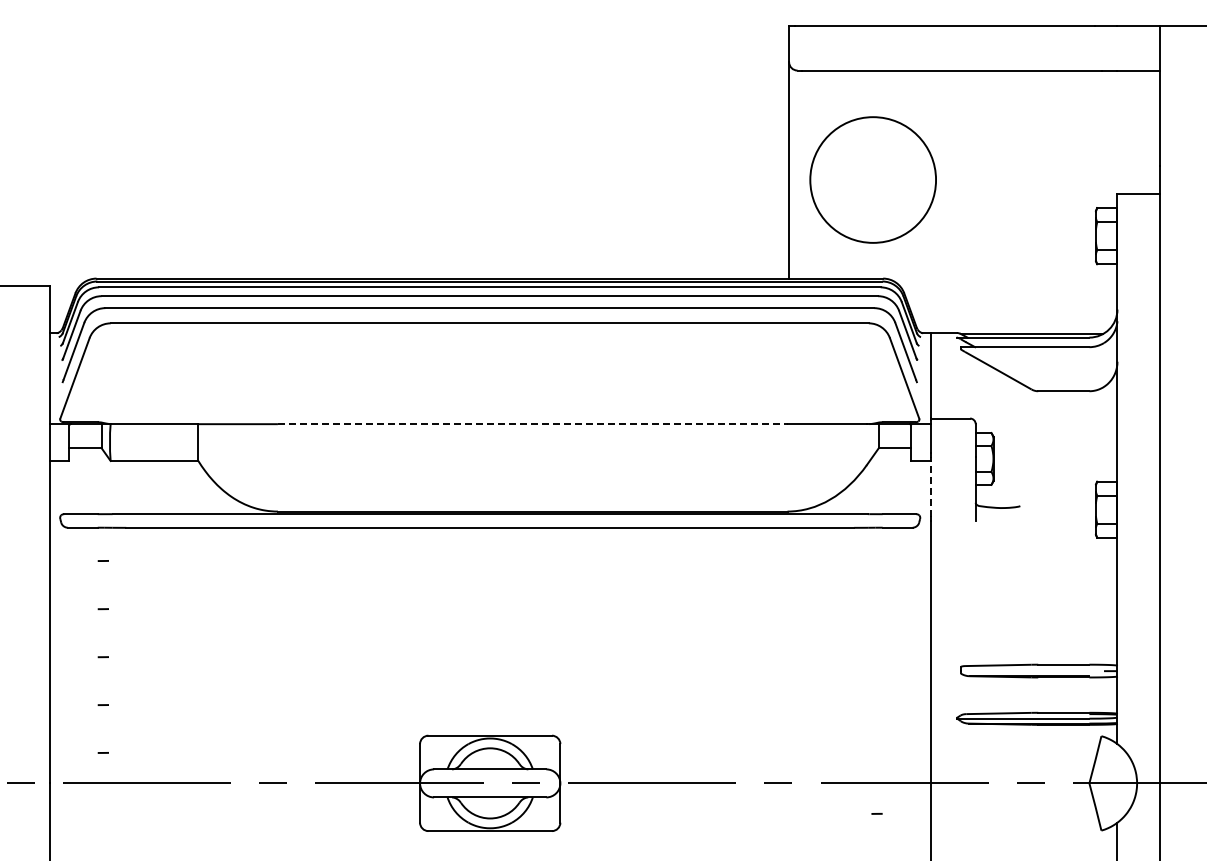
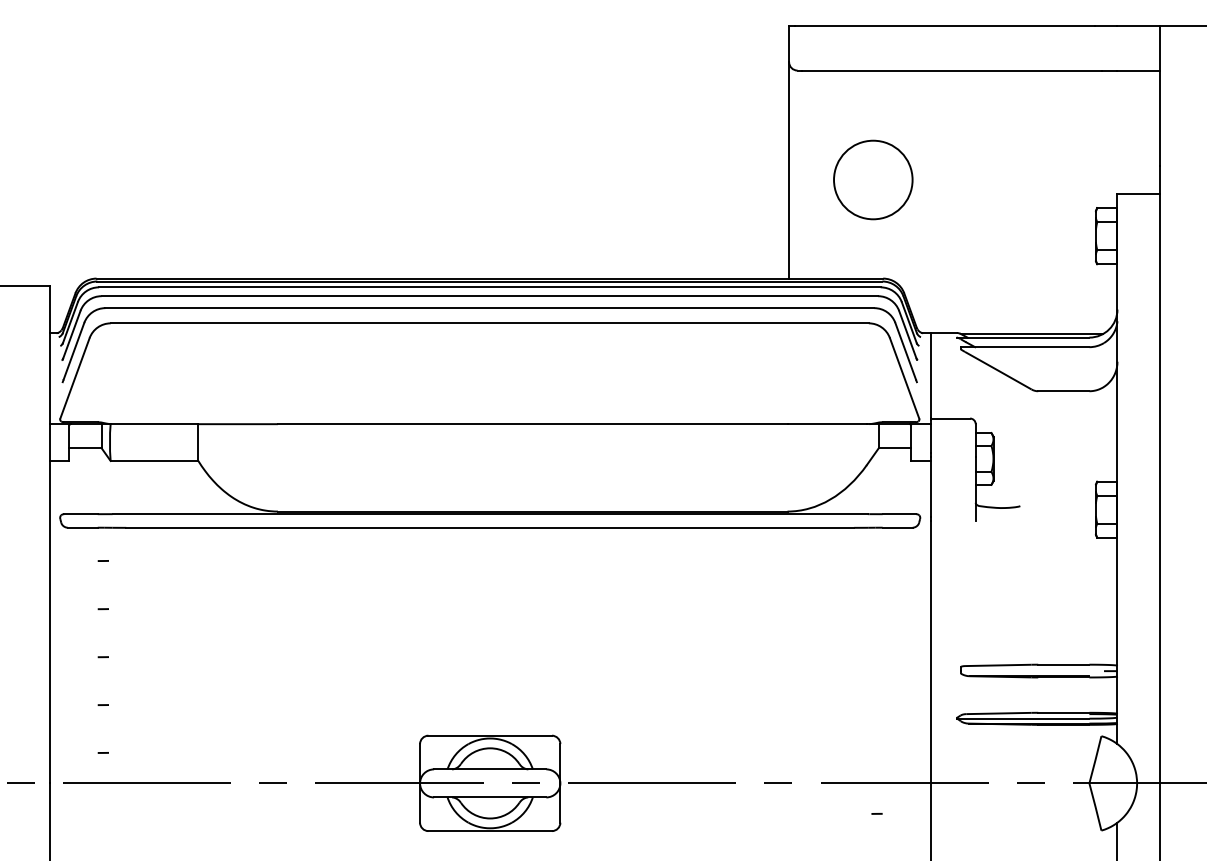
circle at (872, 179) size: 128x128 px -> 81x82 px
line at (532, 424): dashed -> solid
line at (930, 486): dashed -> solid
